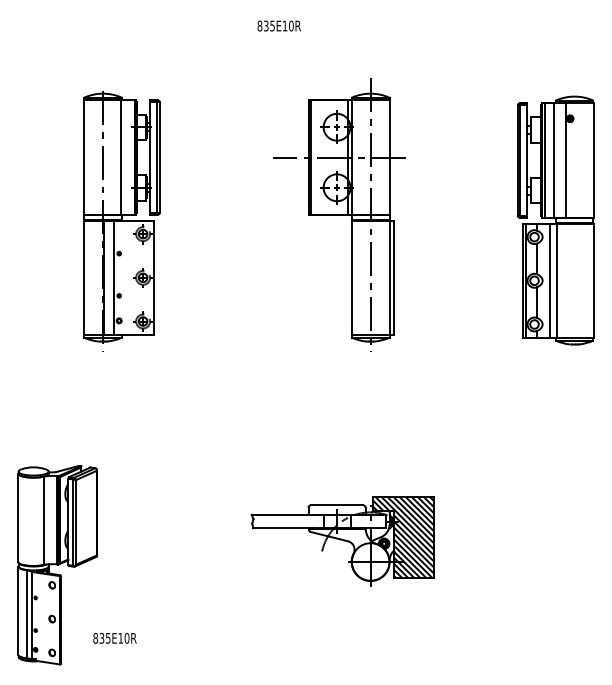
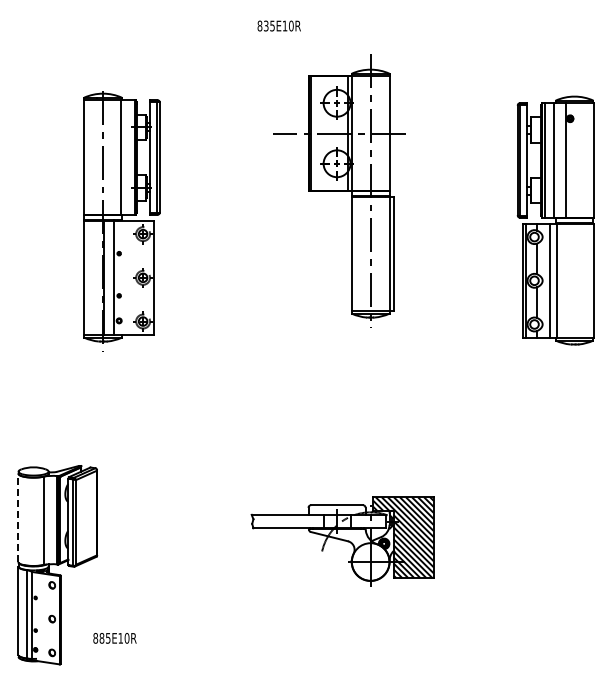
part at (339, 214) position: (339, 214) -> (339, 190)
line at (18, 517): solid -> dashed
text at (101, 638): 835E10R -> 885E10R
